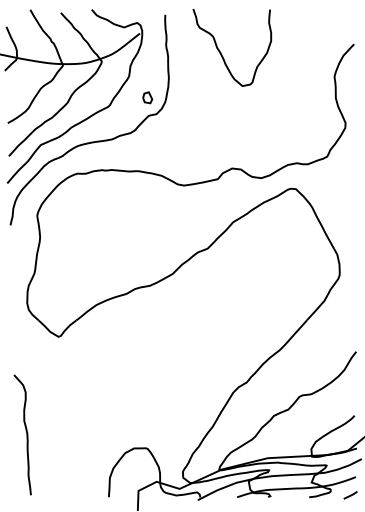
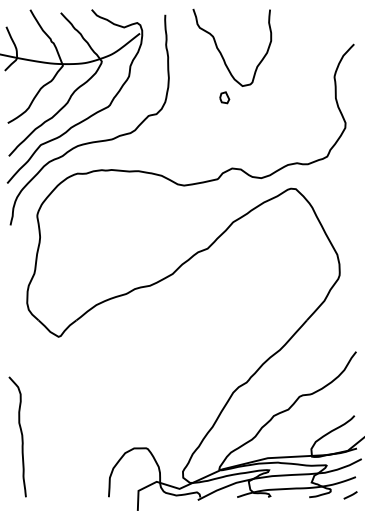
part at (147, 97) position: (147, 97) -> (224, 97)
curve at (26, 434) position: (26, 434) -> (21, 436)
